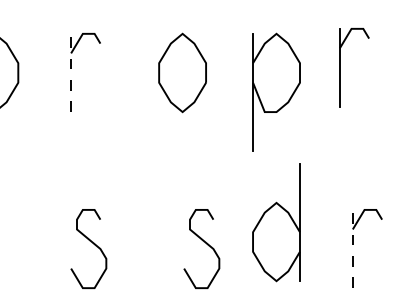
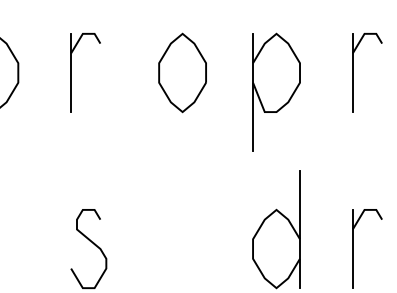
part at (340, 67) position: (340, 67) -> (353, 72)
line at (71, 72): dashed -> solid
part at (276, 222) position: (276, 222) -> (276, 229)
curve at (205, 243): present -> none
line at (352, 248): dashed -> solid
